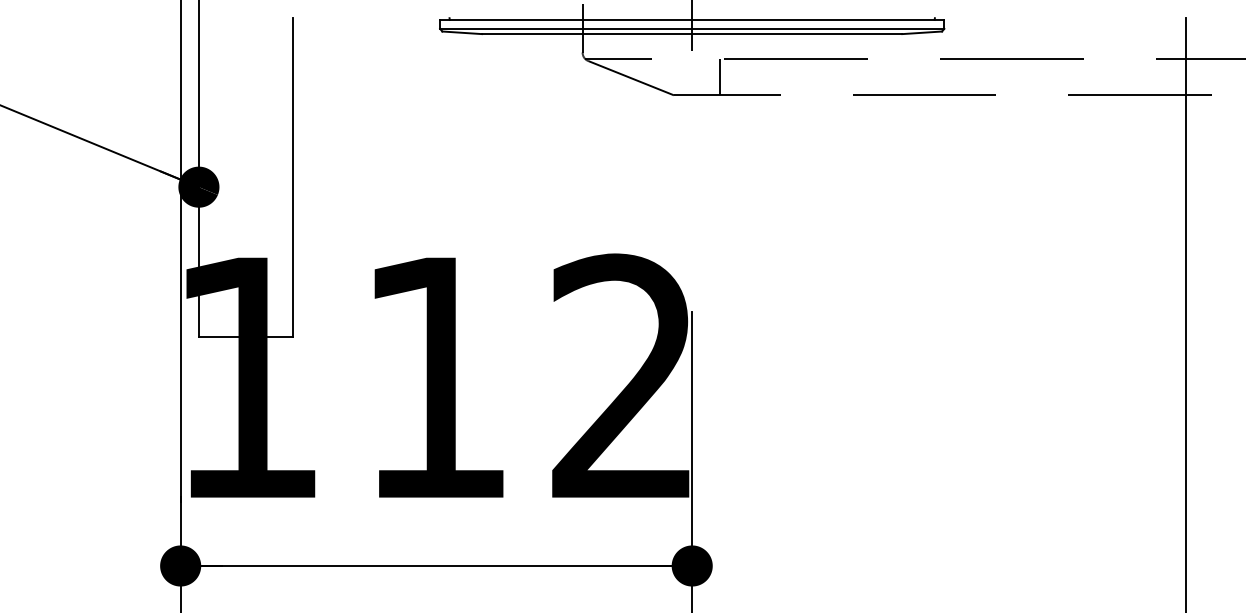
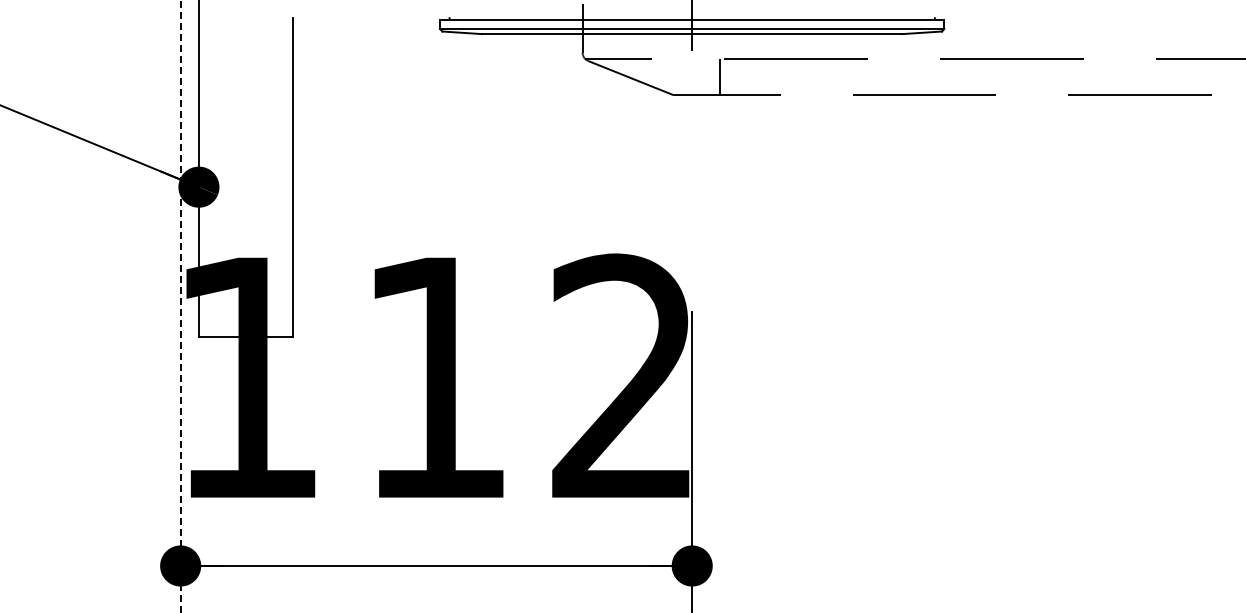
line at (180, 306): solid -> dashed
line at (1185, 313): present -> none
